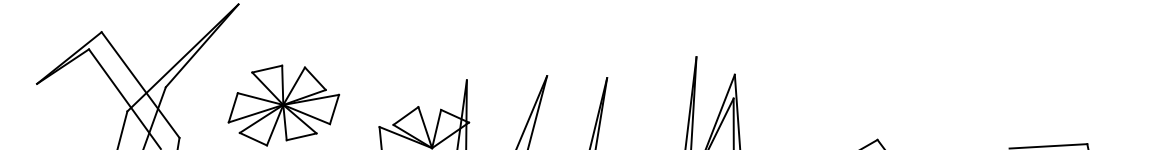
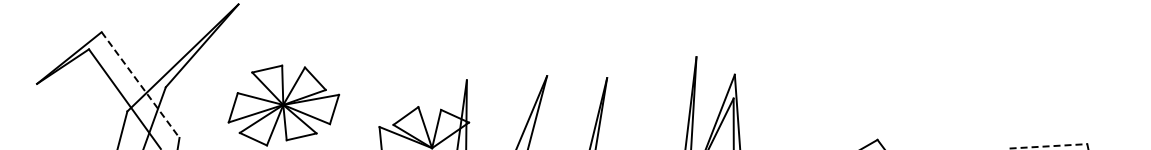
line at (140, 85): solid -> dashed
line at (1048, 146): solid -> dashed
